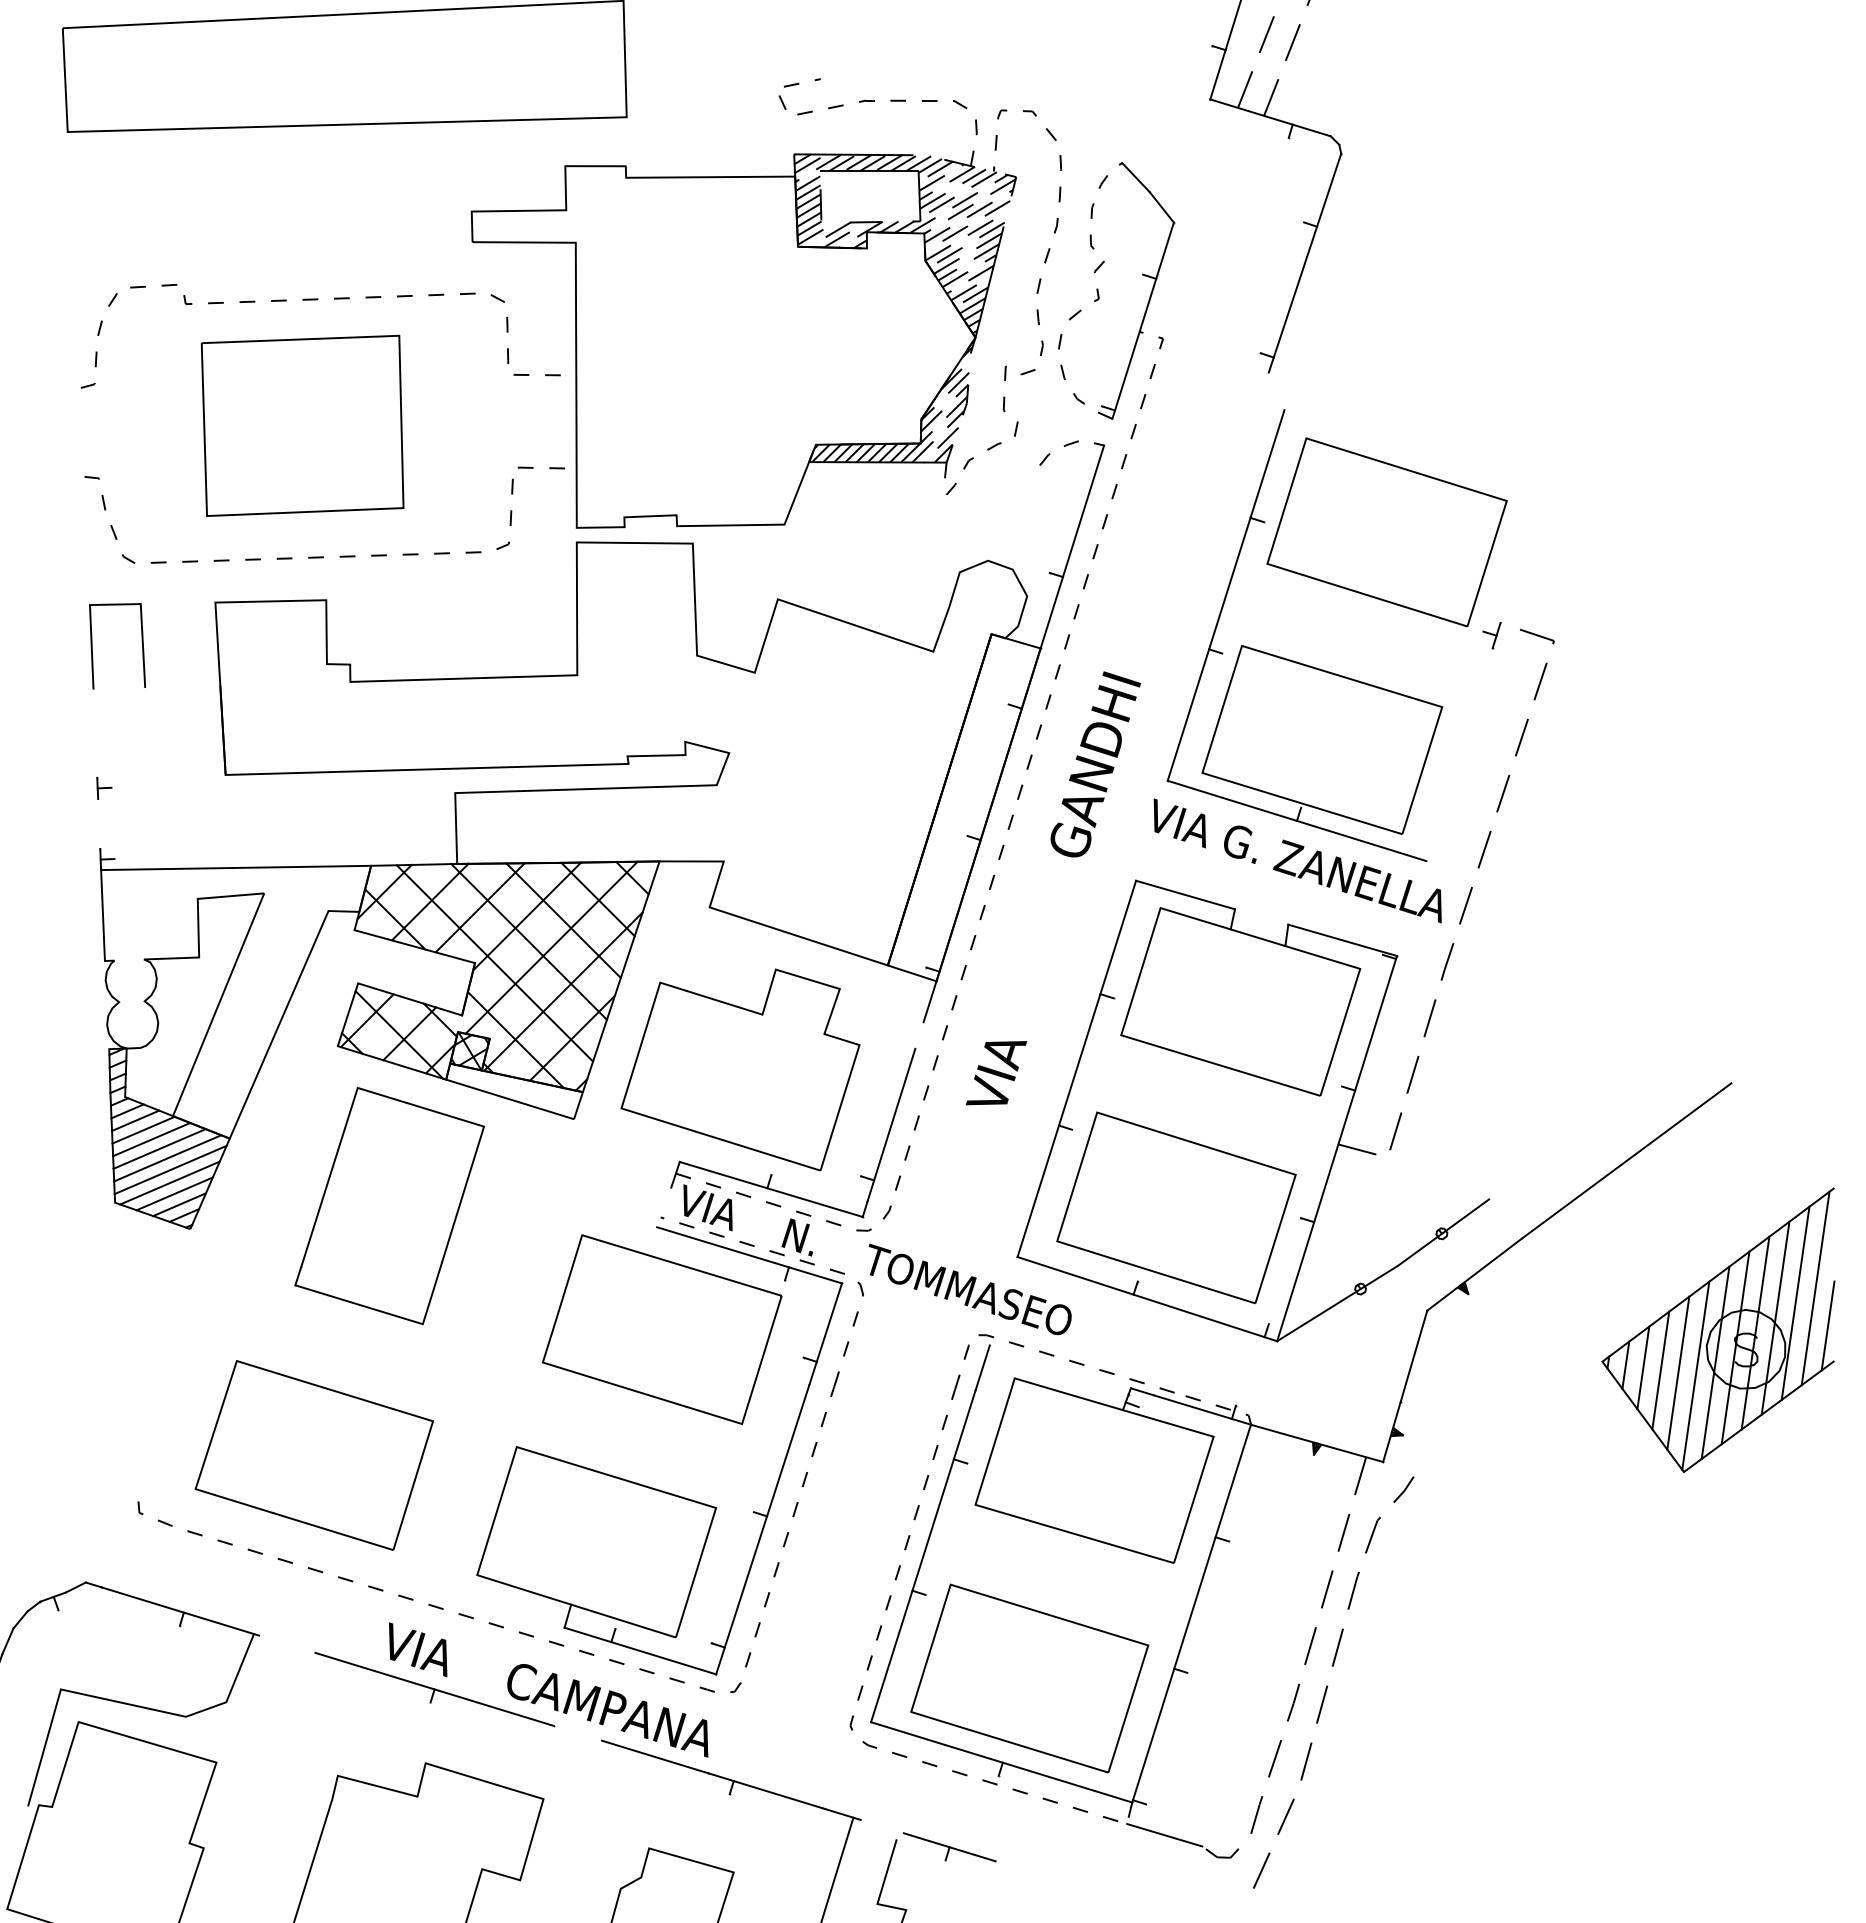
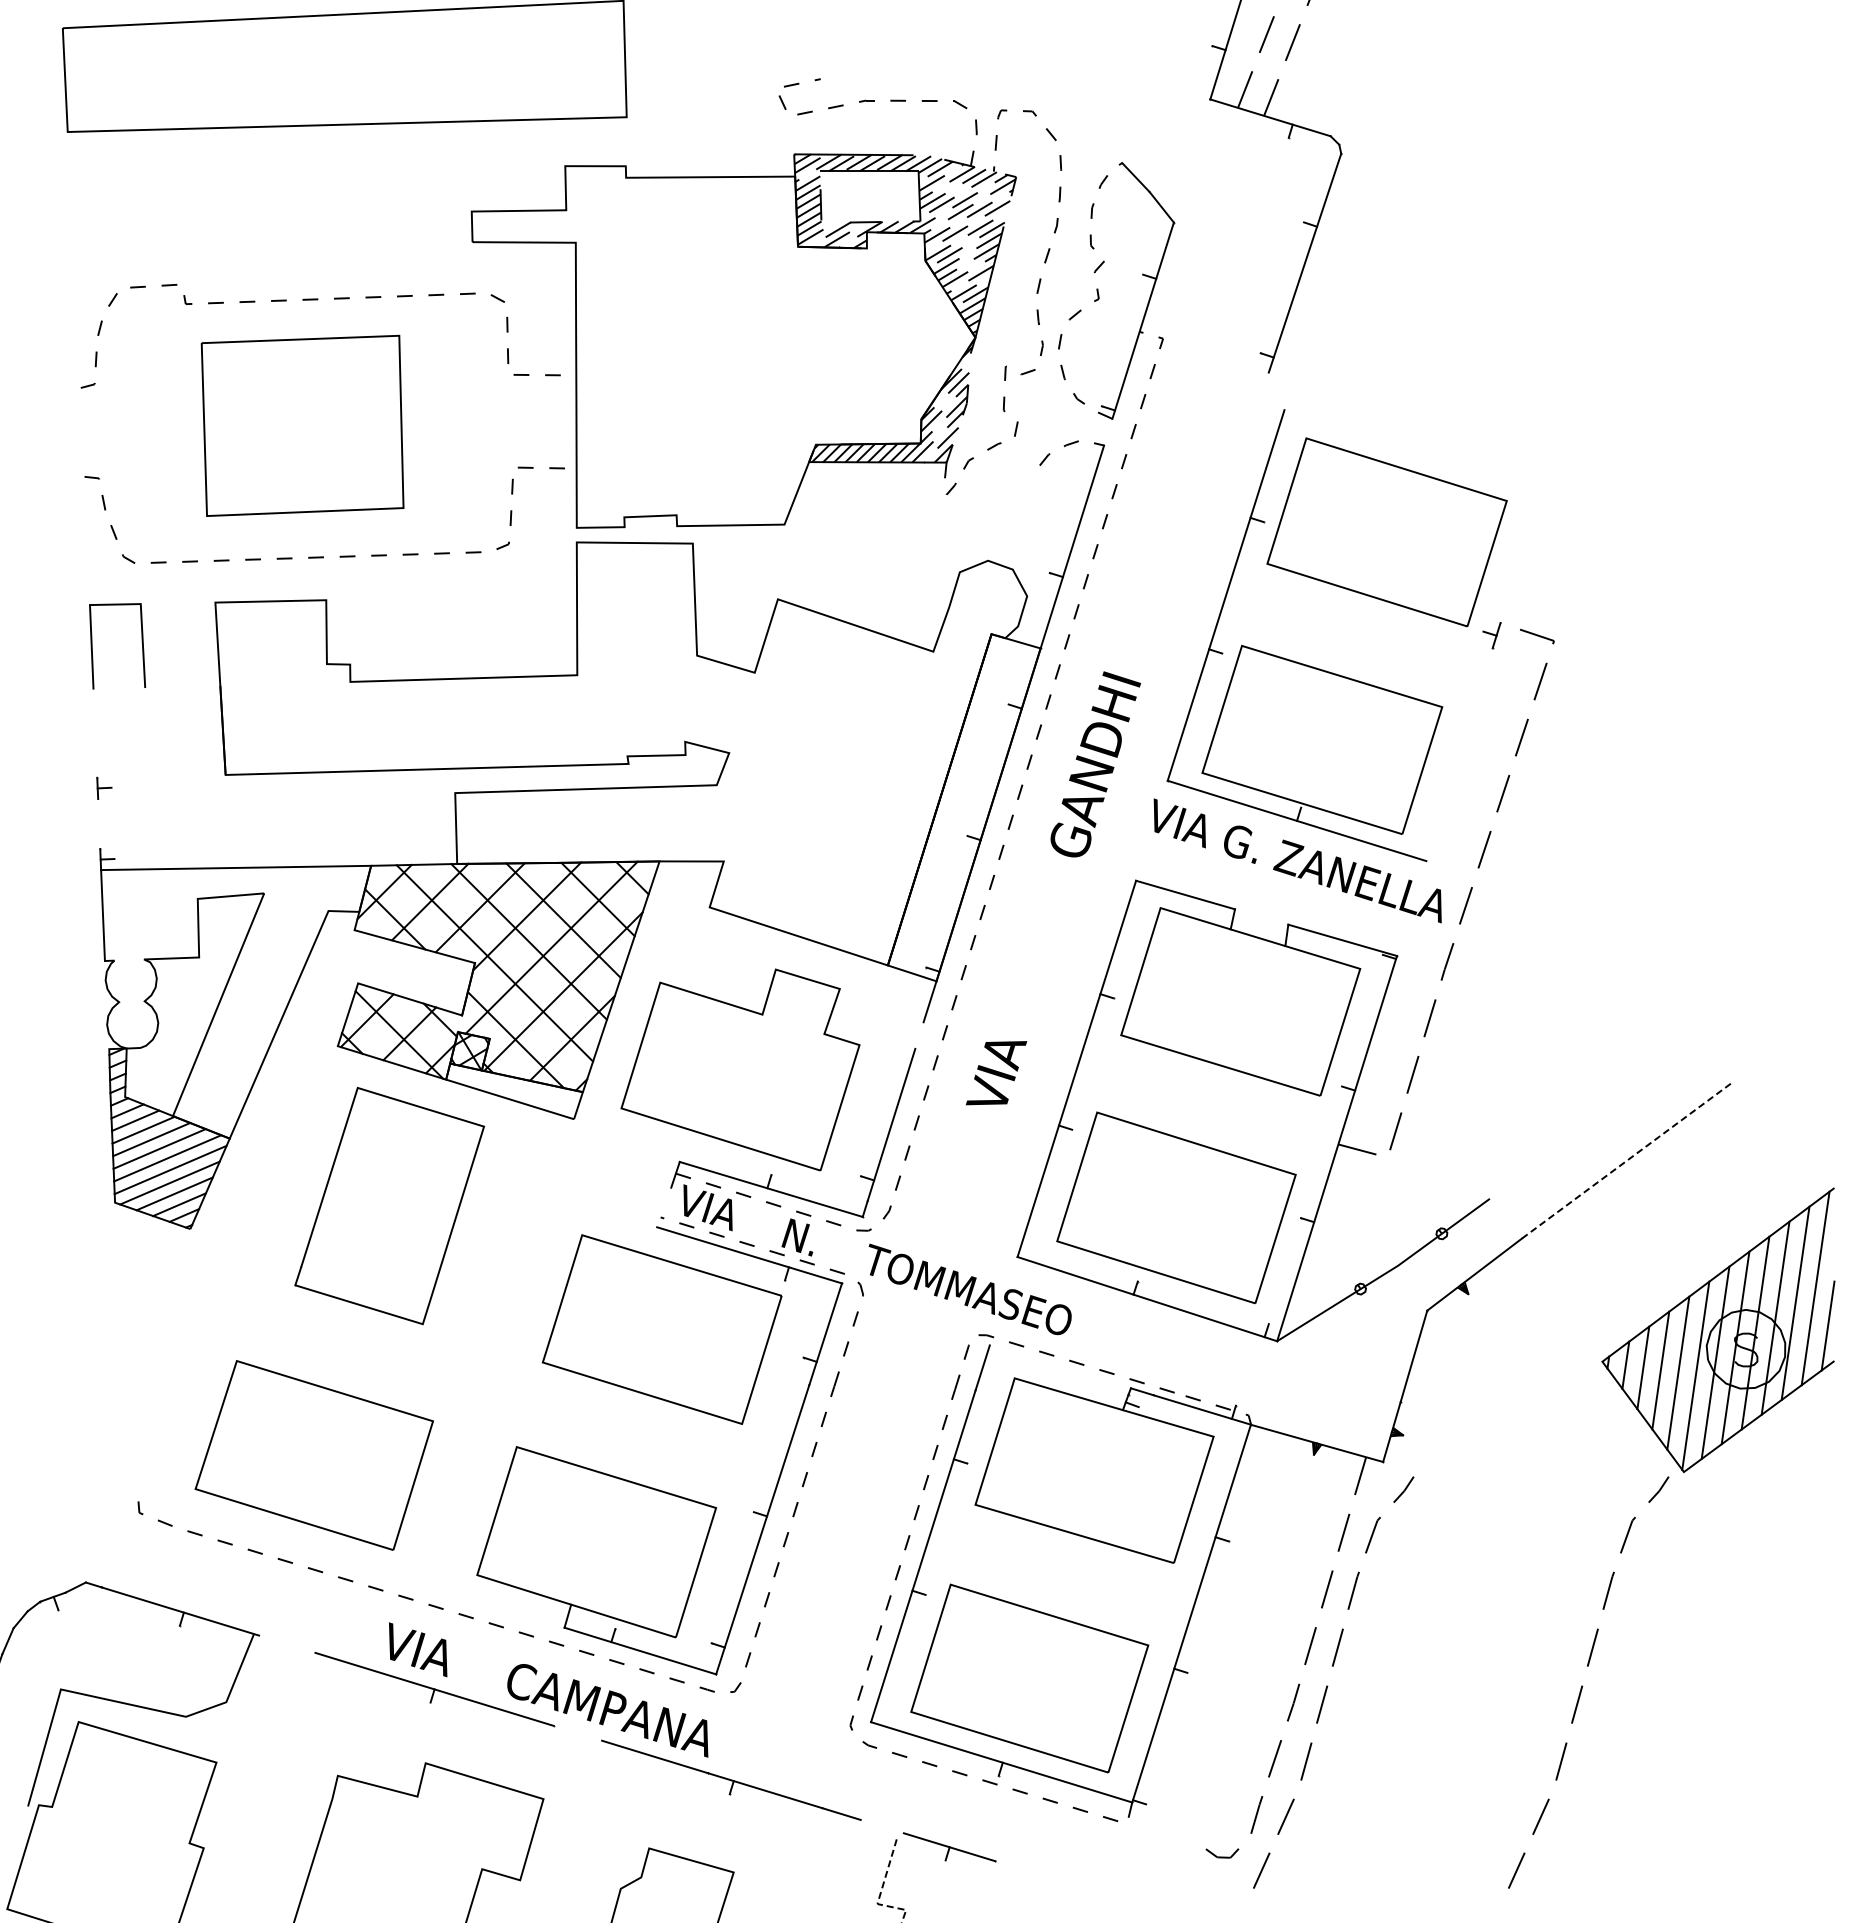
line at (1627, 1160): solid -> dashed
part at (1583, 1686): none -> present
line at (1164, 1835): present -> none
line at (837, 1868): present -> none
line at (880, 1893): solid -> dashed
